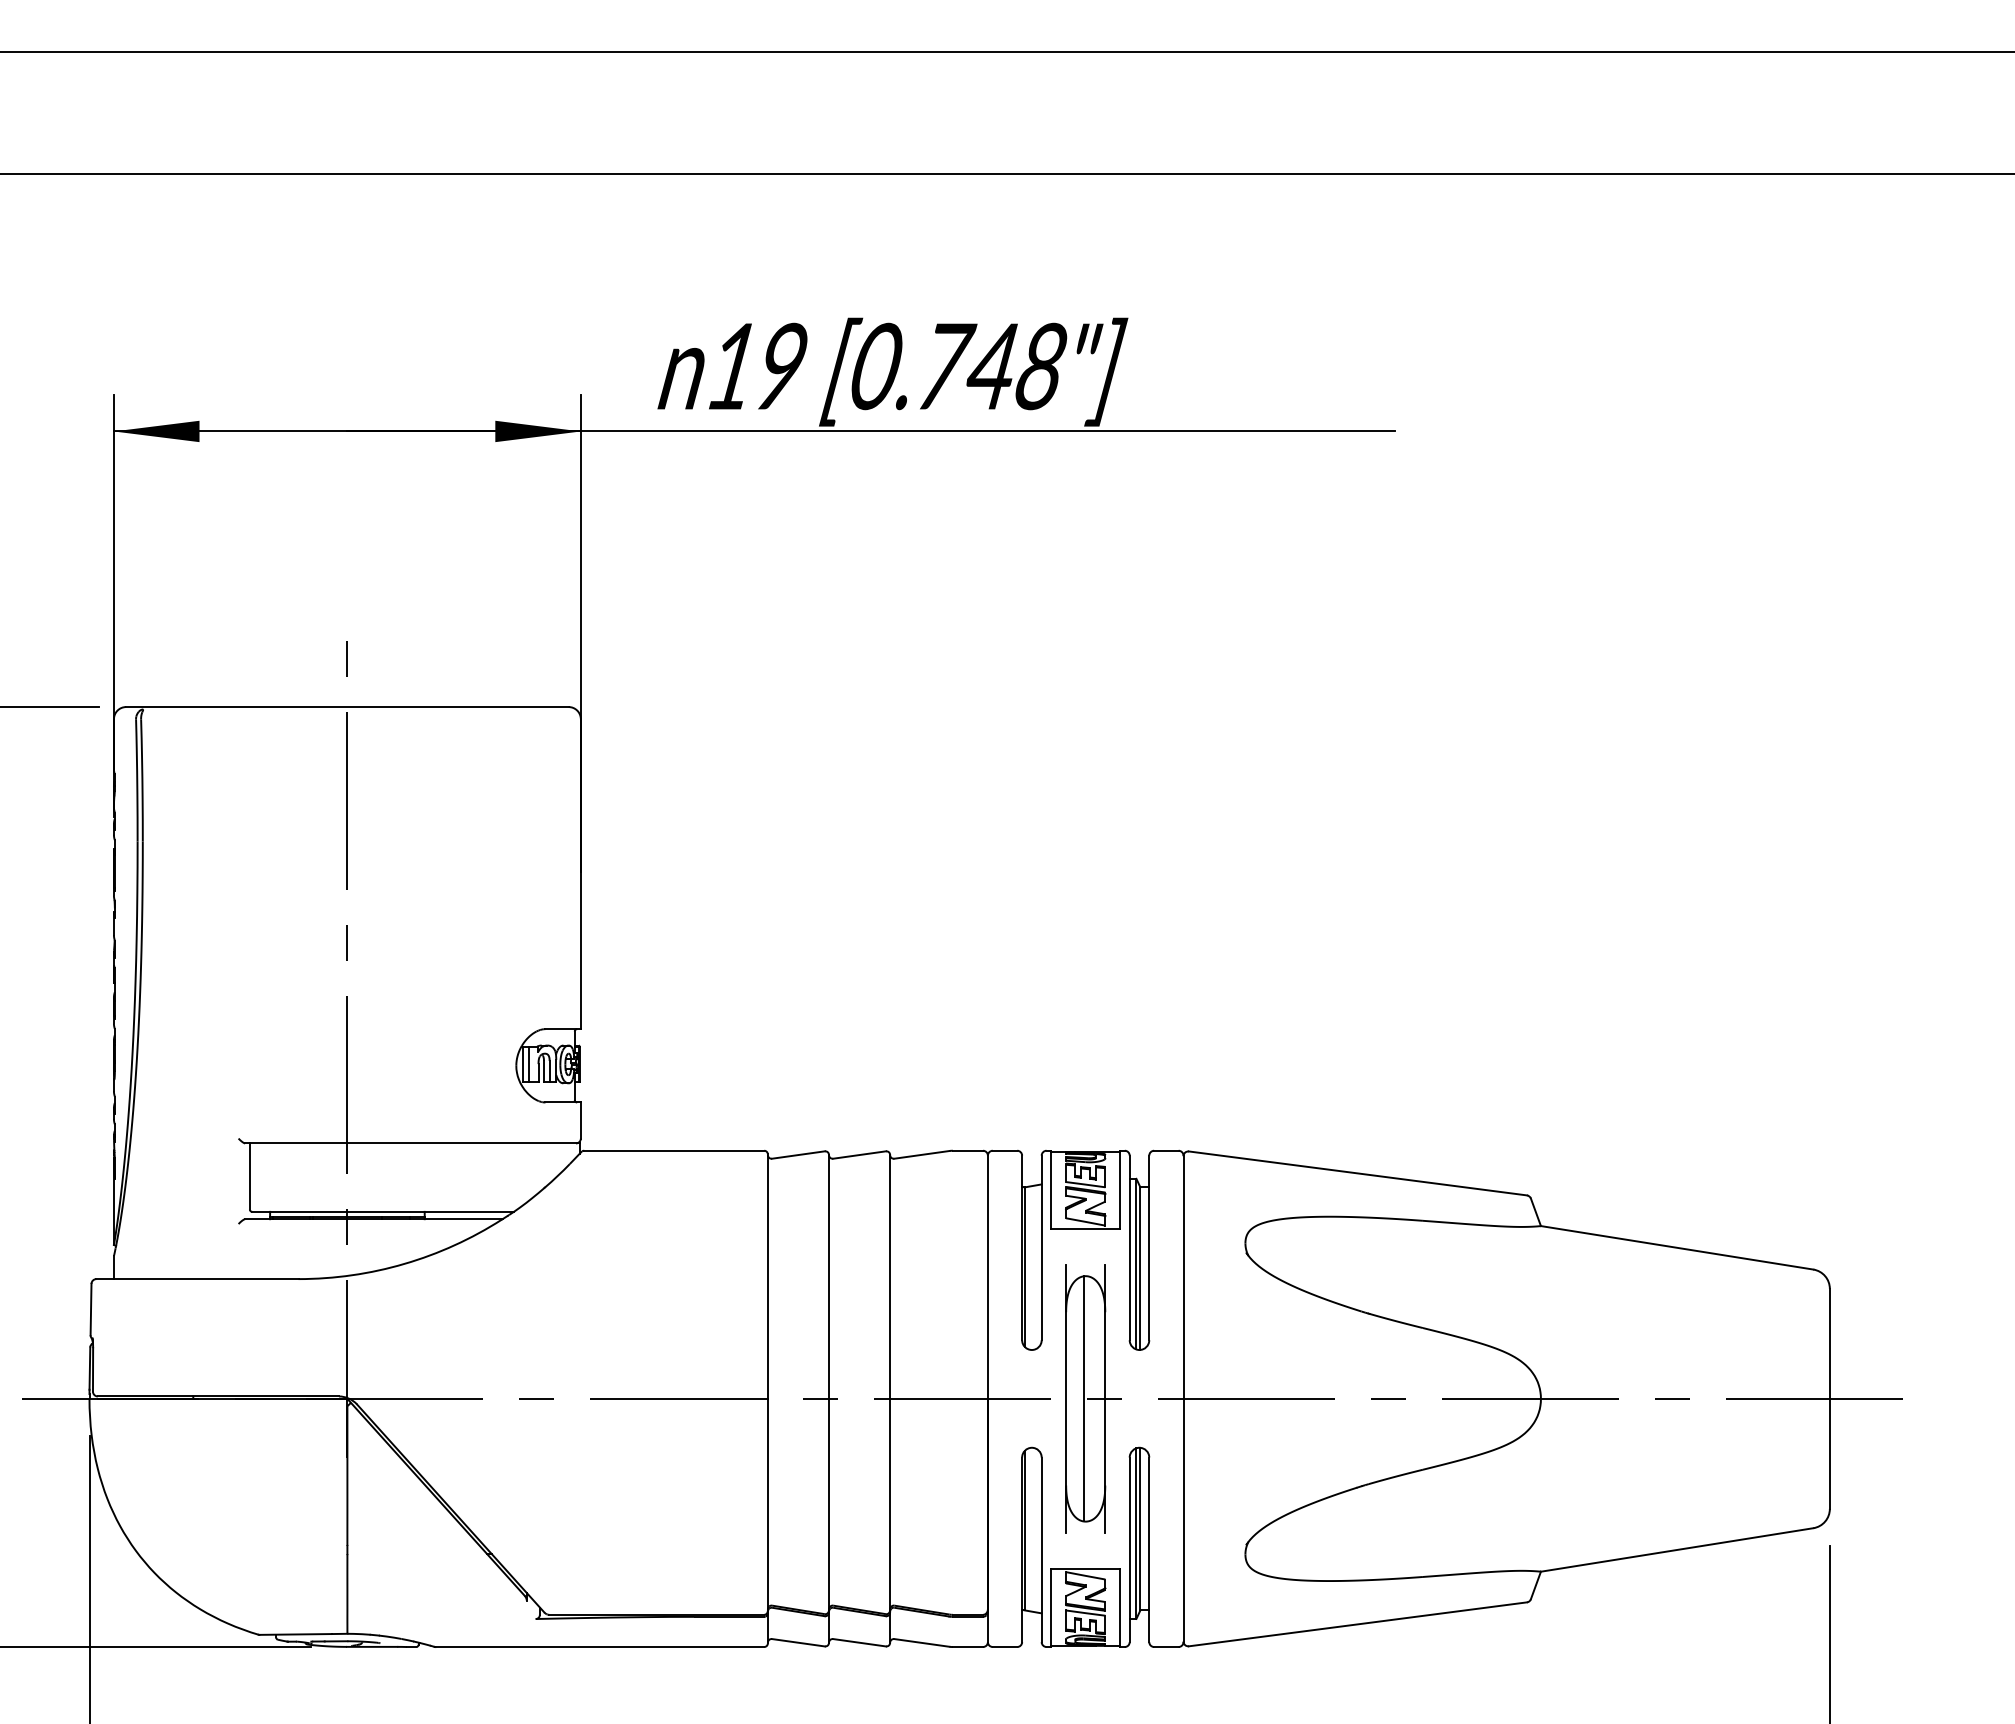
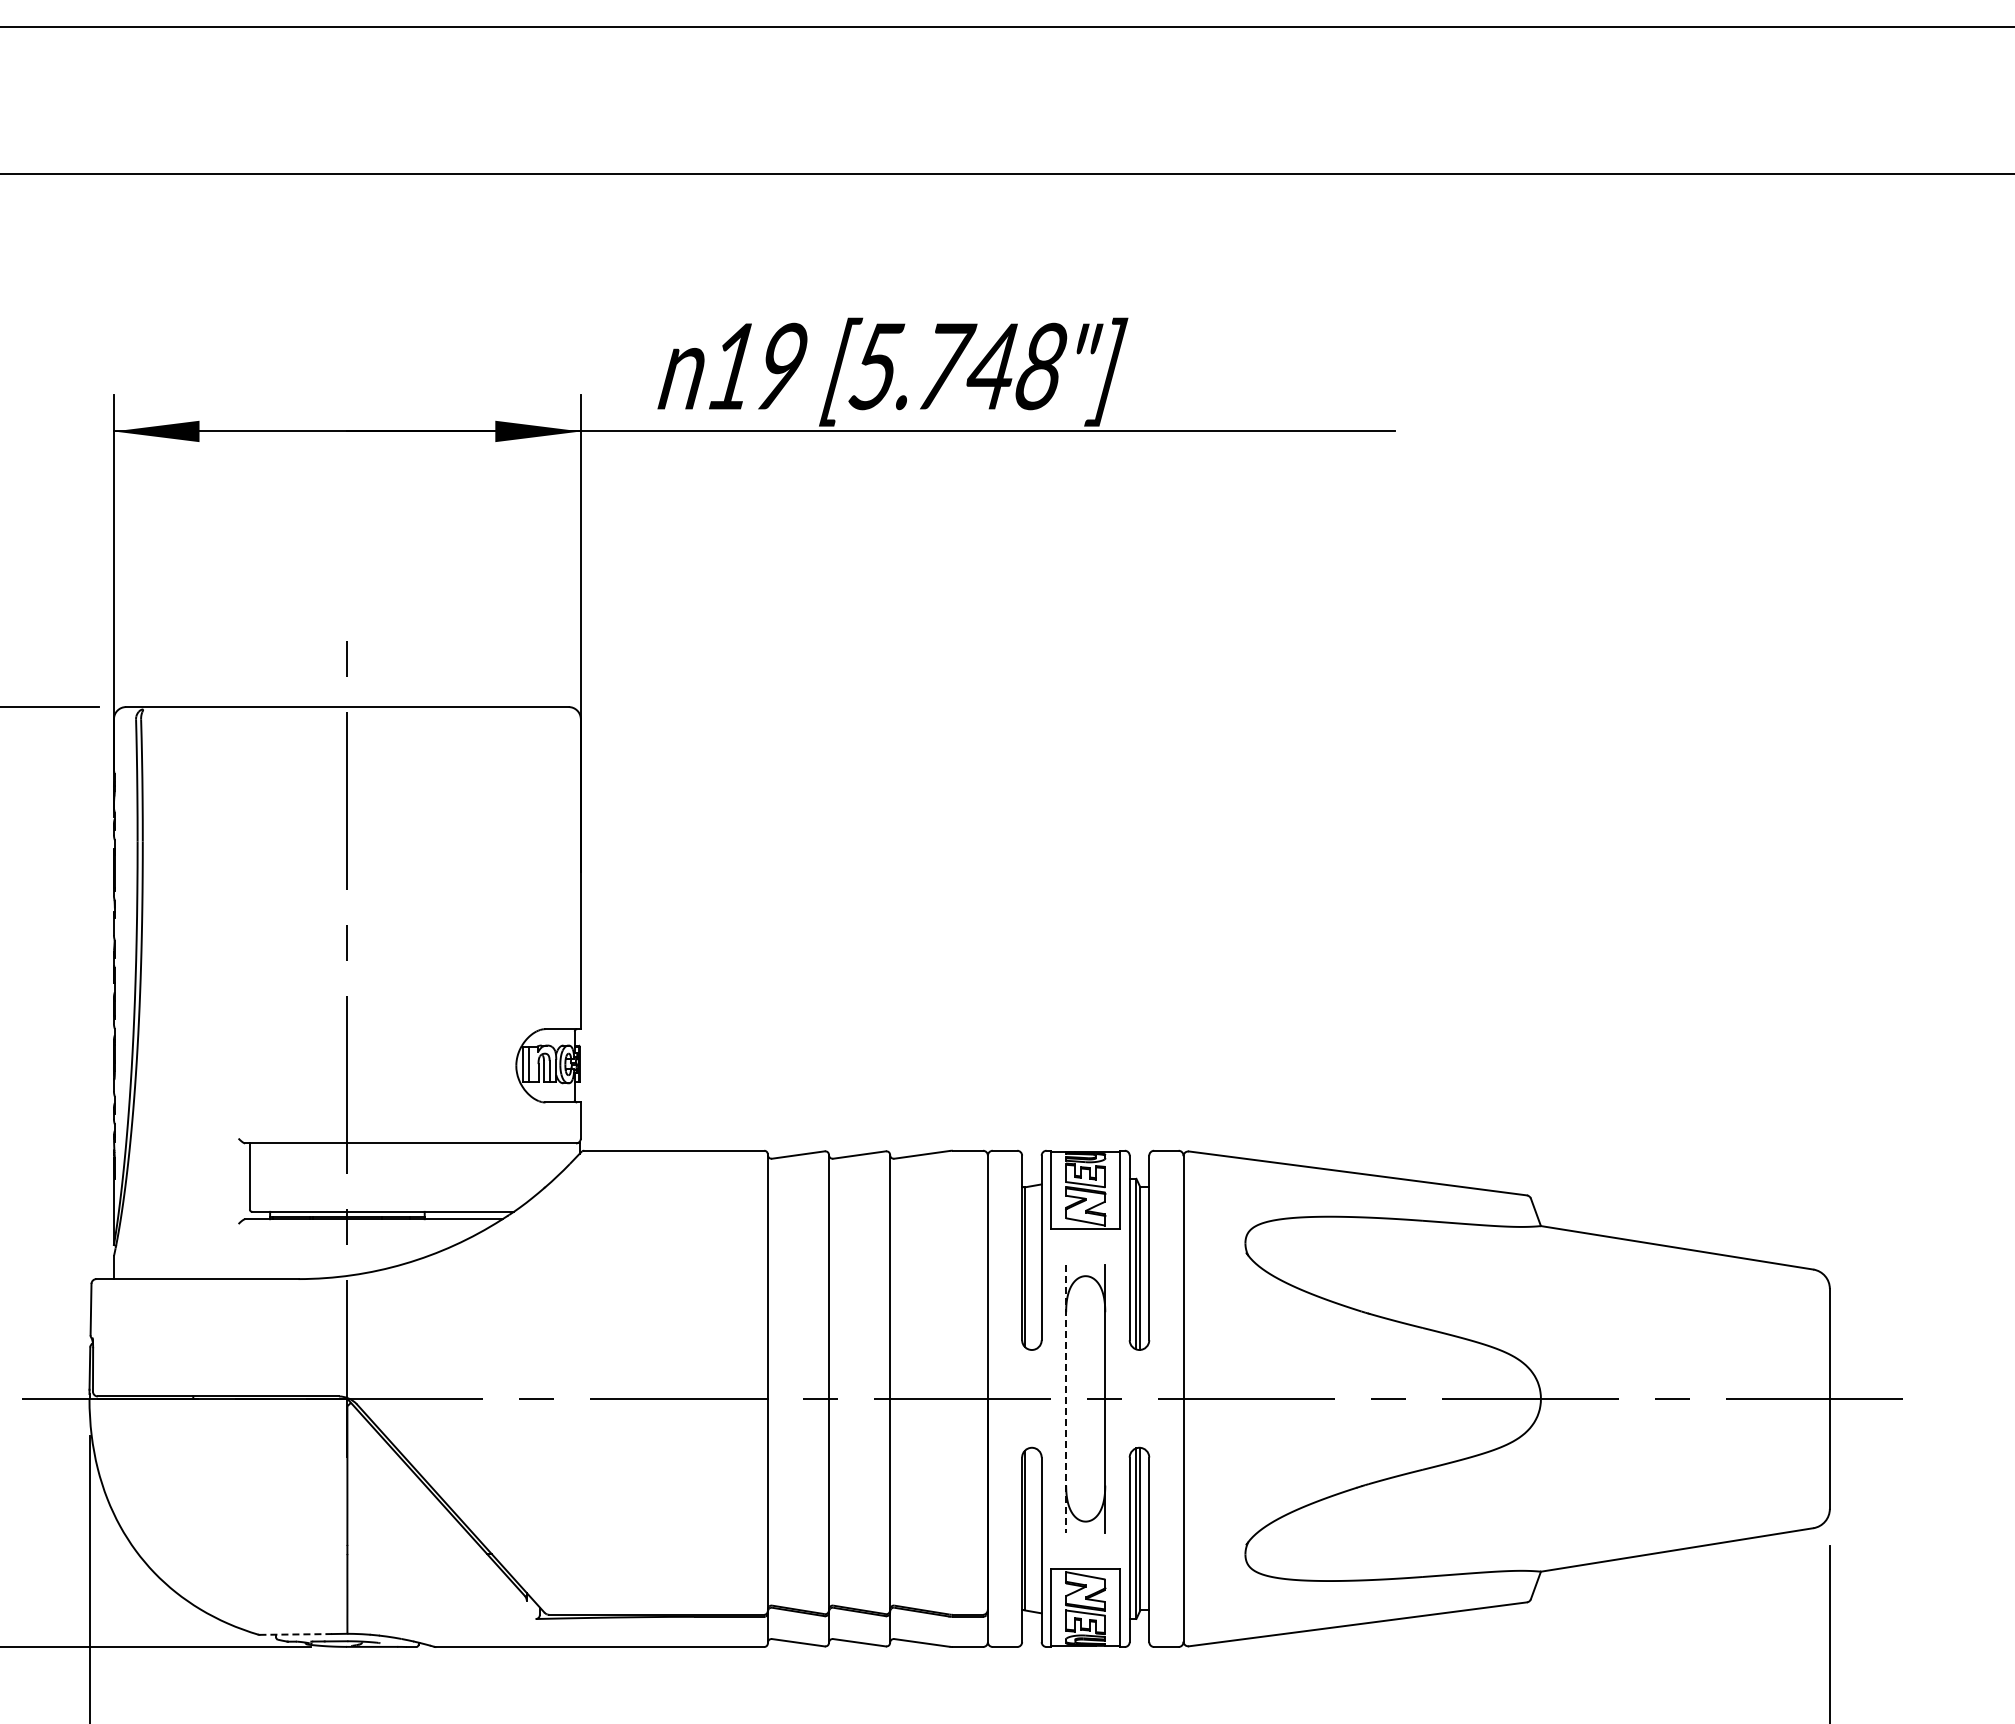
line at (1006, 51) position: (1006, 51) -> (1006, 26)
text at (876, 366): [0.748"] -> [5.748"]
line at (1083, 1398): present -> none
line at (1066, 1399): solid -> dashed
line at (296, 1634): solid -> dashed
